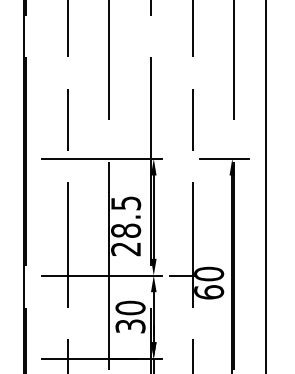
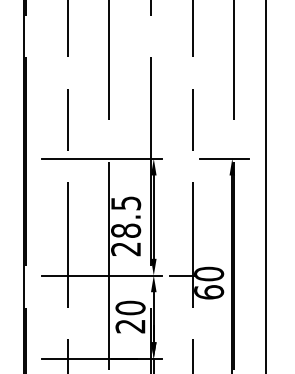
text at (130, 326): 30 -> 20
